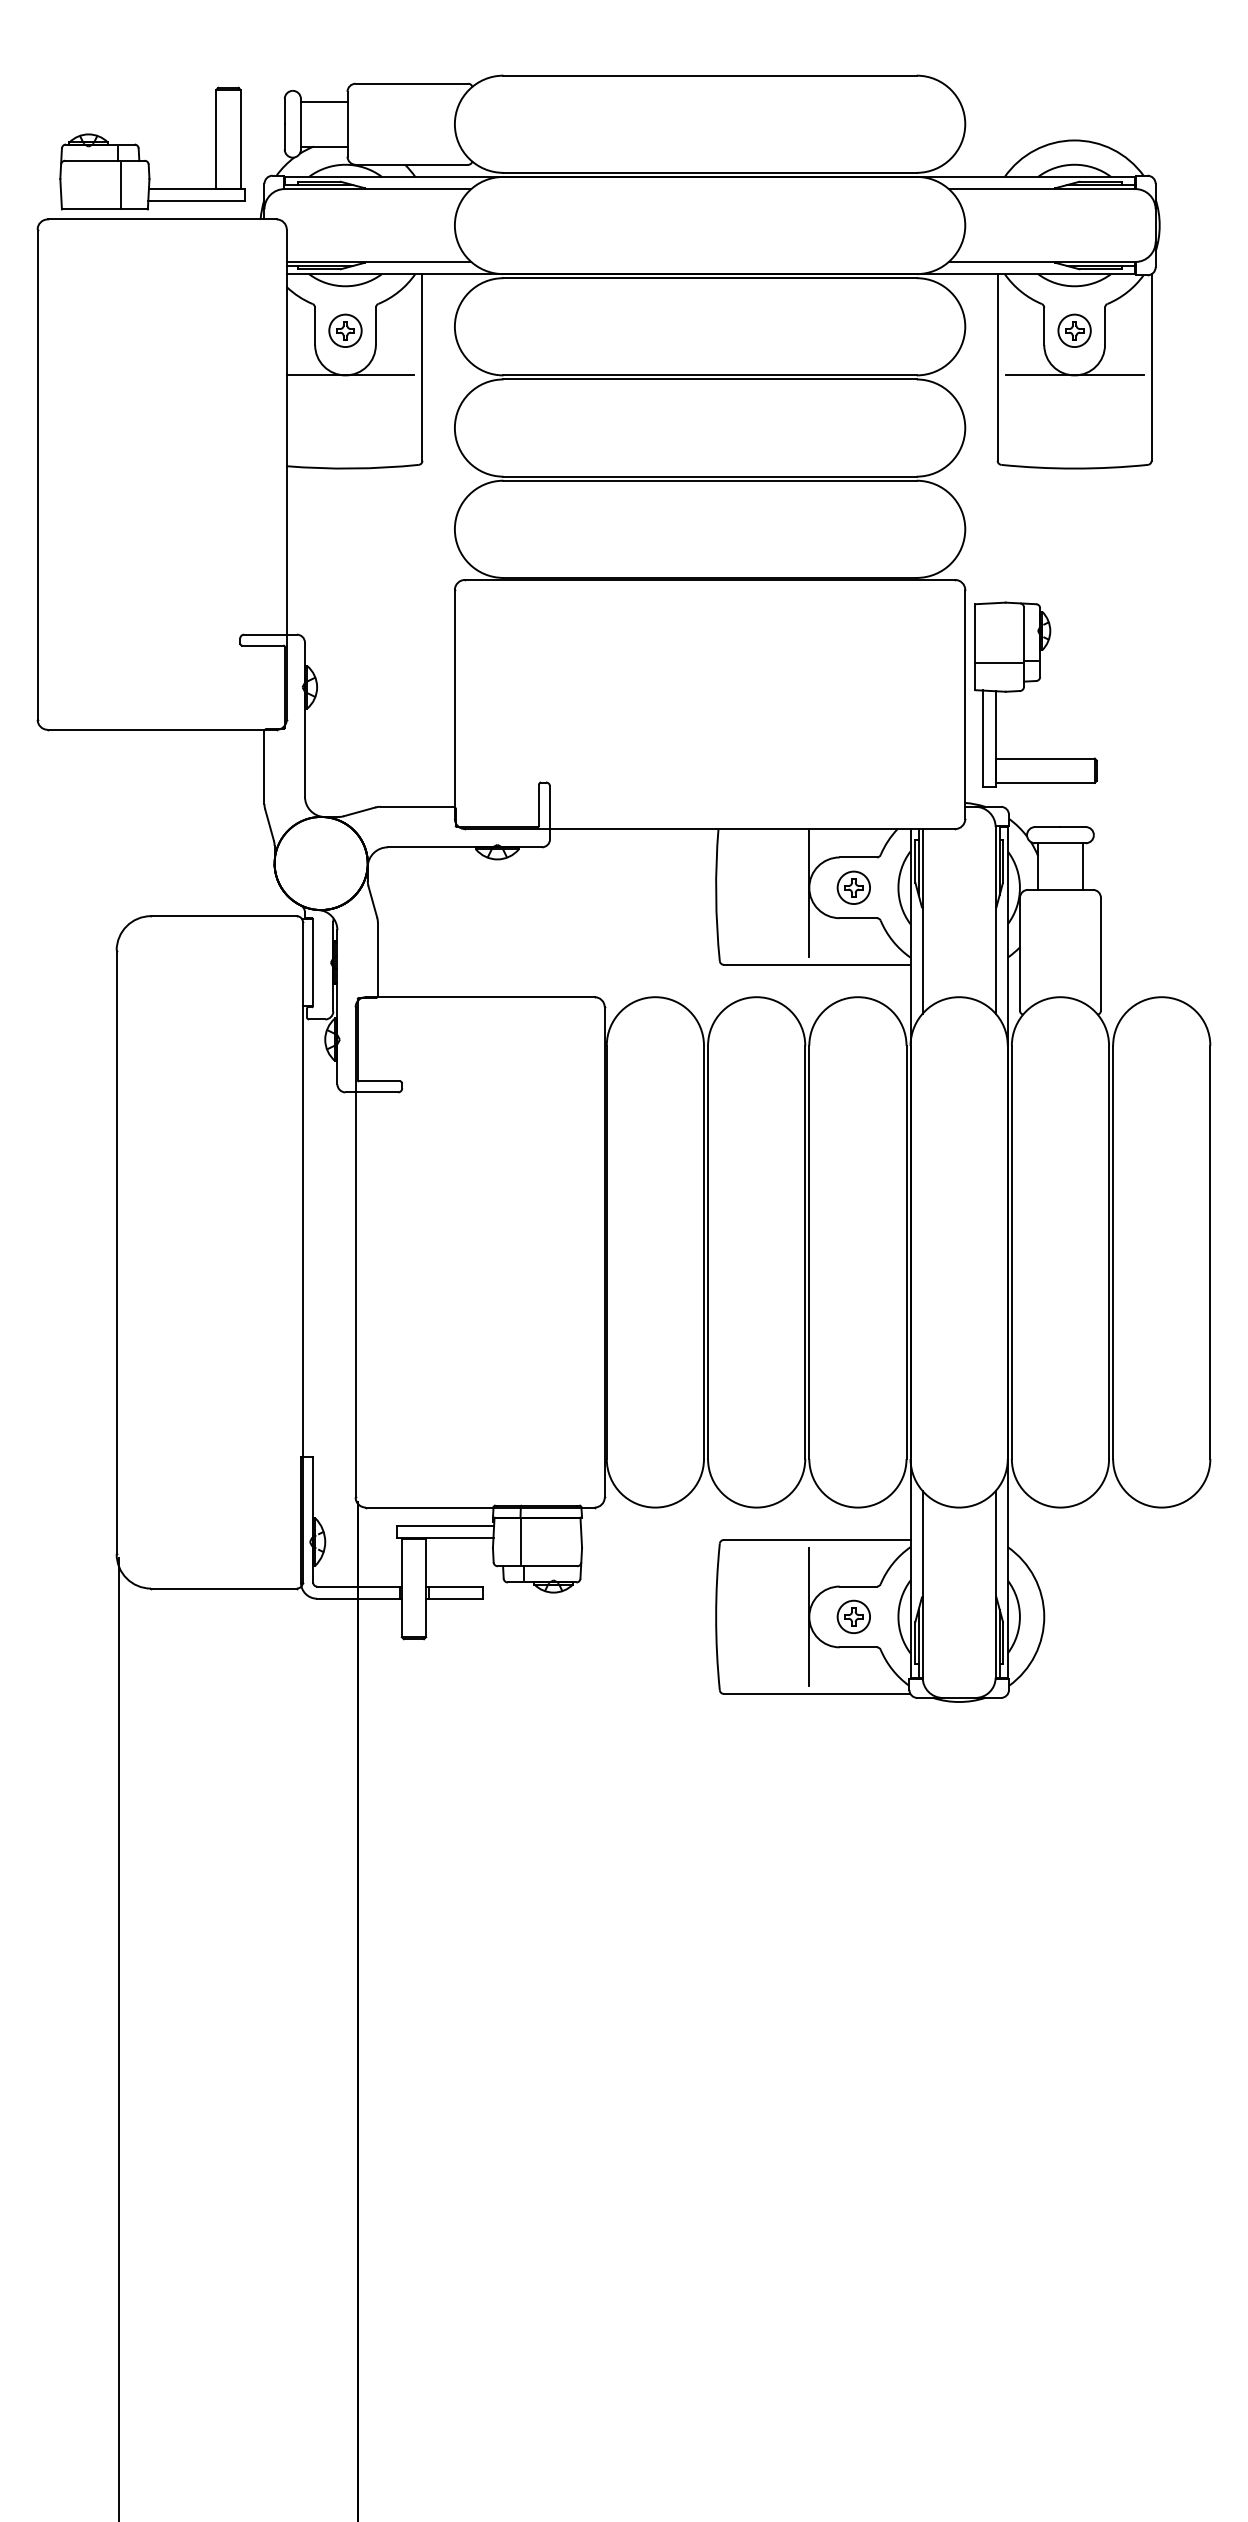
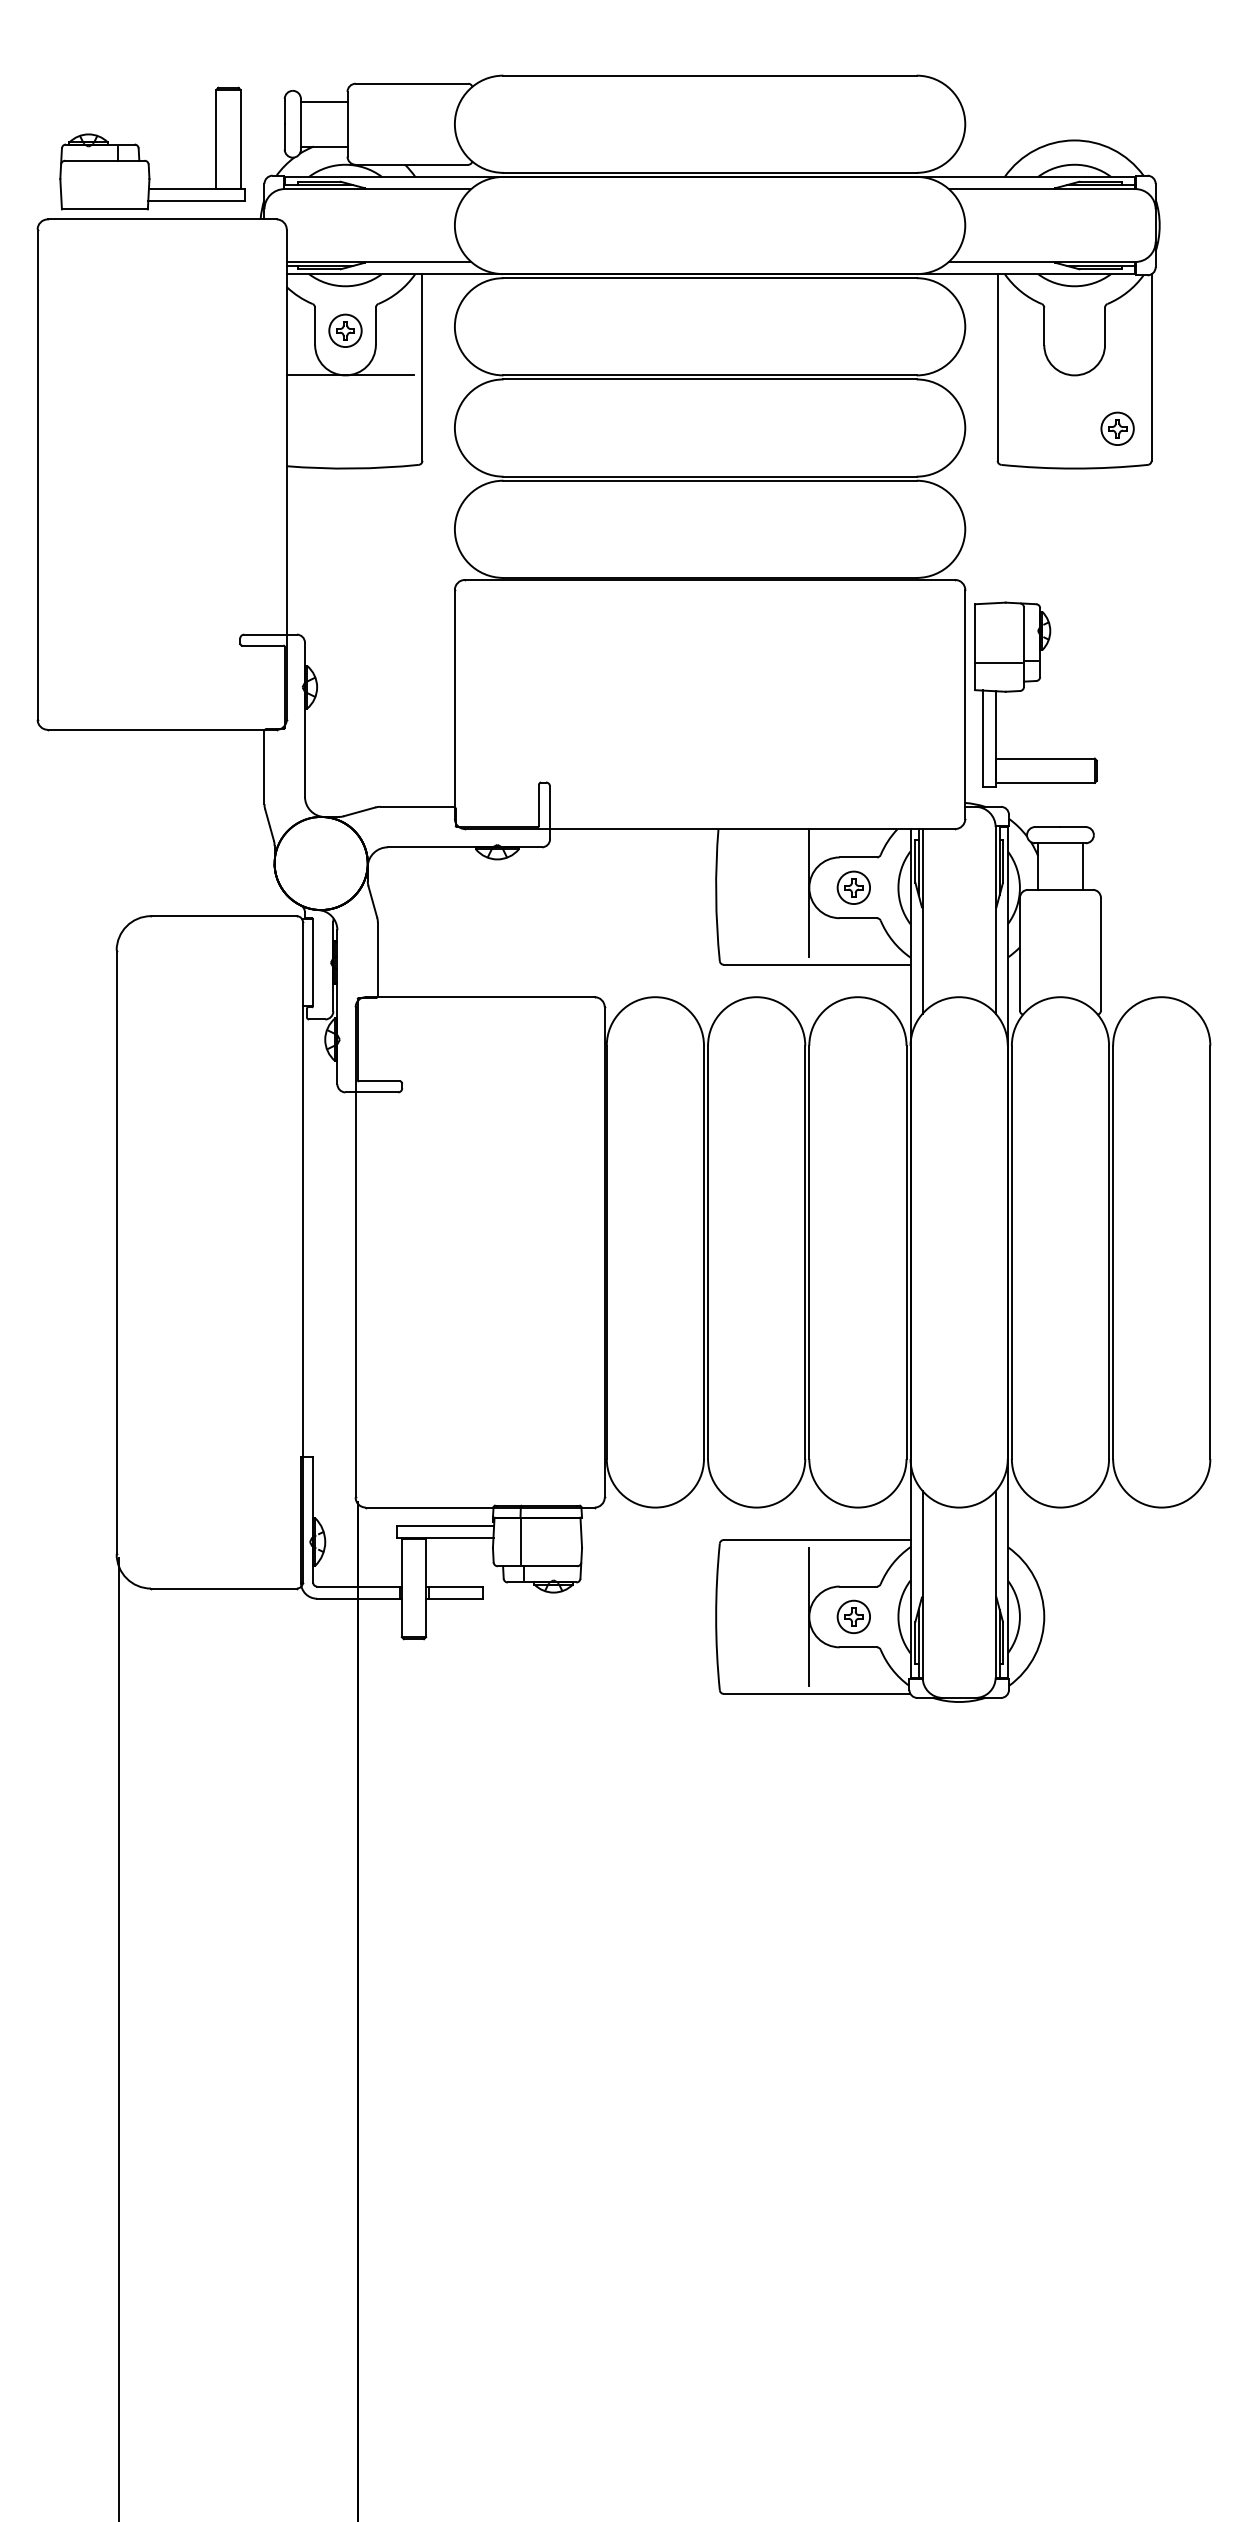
line at (121, 185): present -> none
part at (1074, 330) position: (1074, 330) -> (1117, 428)
line at (1074, 375): present -> none
